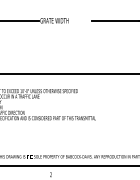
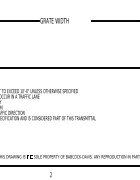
line at (69, 74) position: (69, 74) -> (69, 68)
